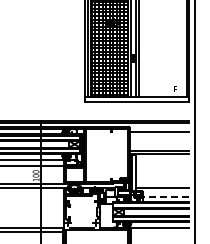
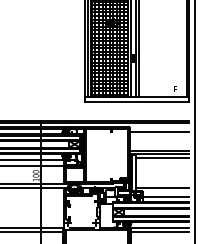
line at (162, 158): none -> present
line at (165, 196): dashed -> solid
line at (159, 231): none -> present
